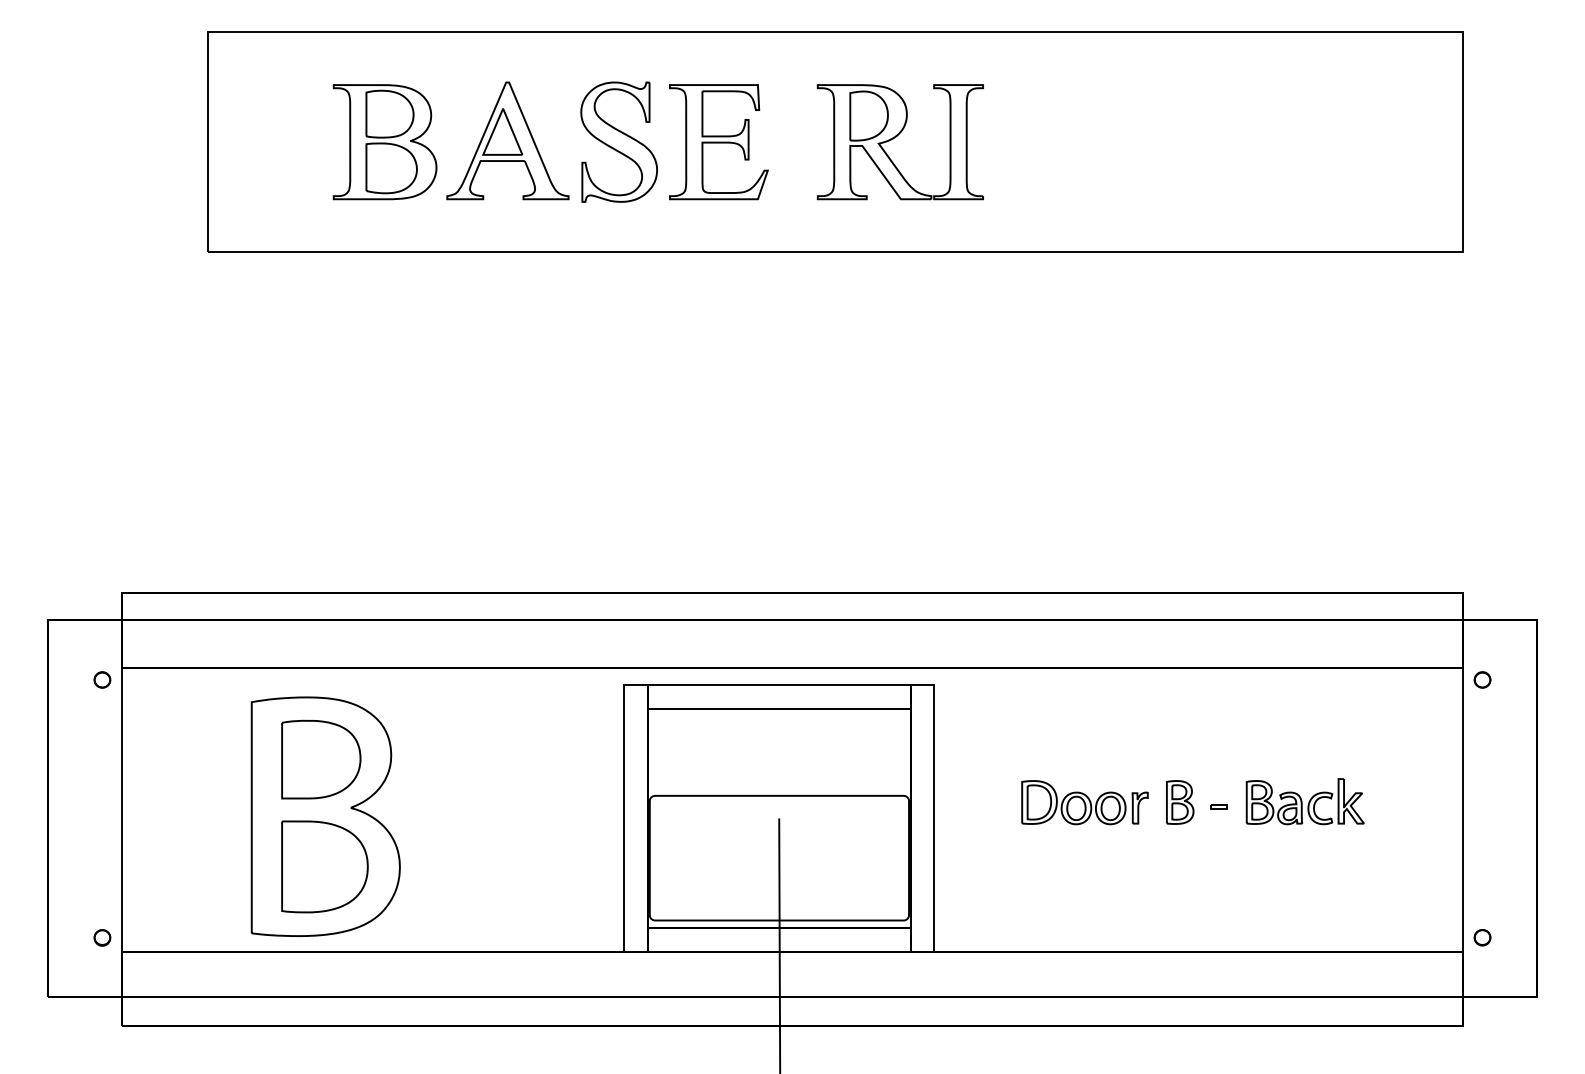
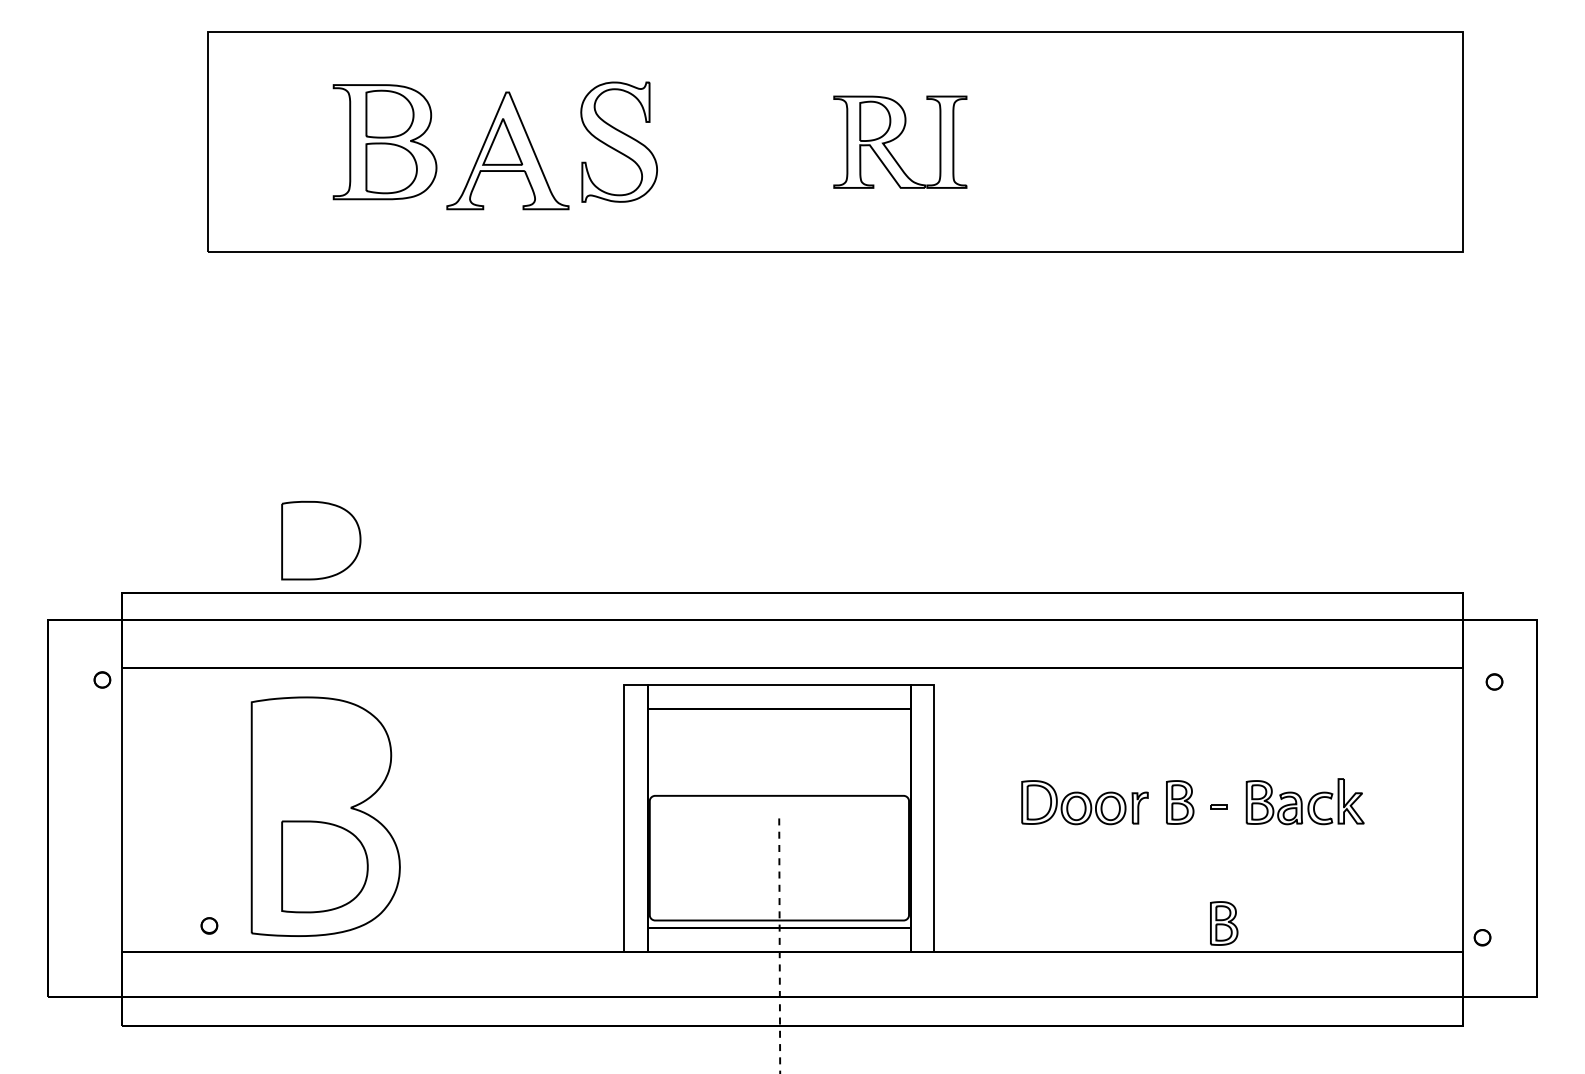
part at (507, 140) position: (507, 140) -> (507, 150)
part at (718, 142): present -> none
part at (899, 142) size: 168x117 px -> 135x94 px
part at (1482, 679) position: (1482, 679) -> (1494, 681)
part at (321, 759) position: (321, 759) -> (321, 540)
part at (1224, 923): none -> present
part at (102, 937) position: (102, 937) -> (209, 925)
line at (779, 946): solid -> dashed
